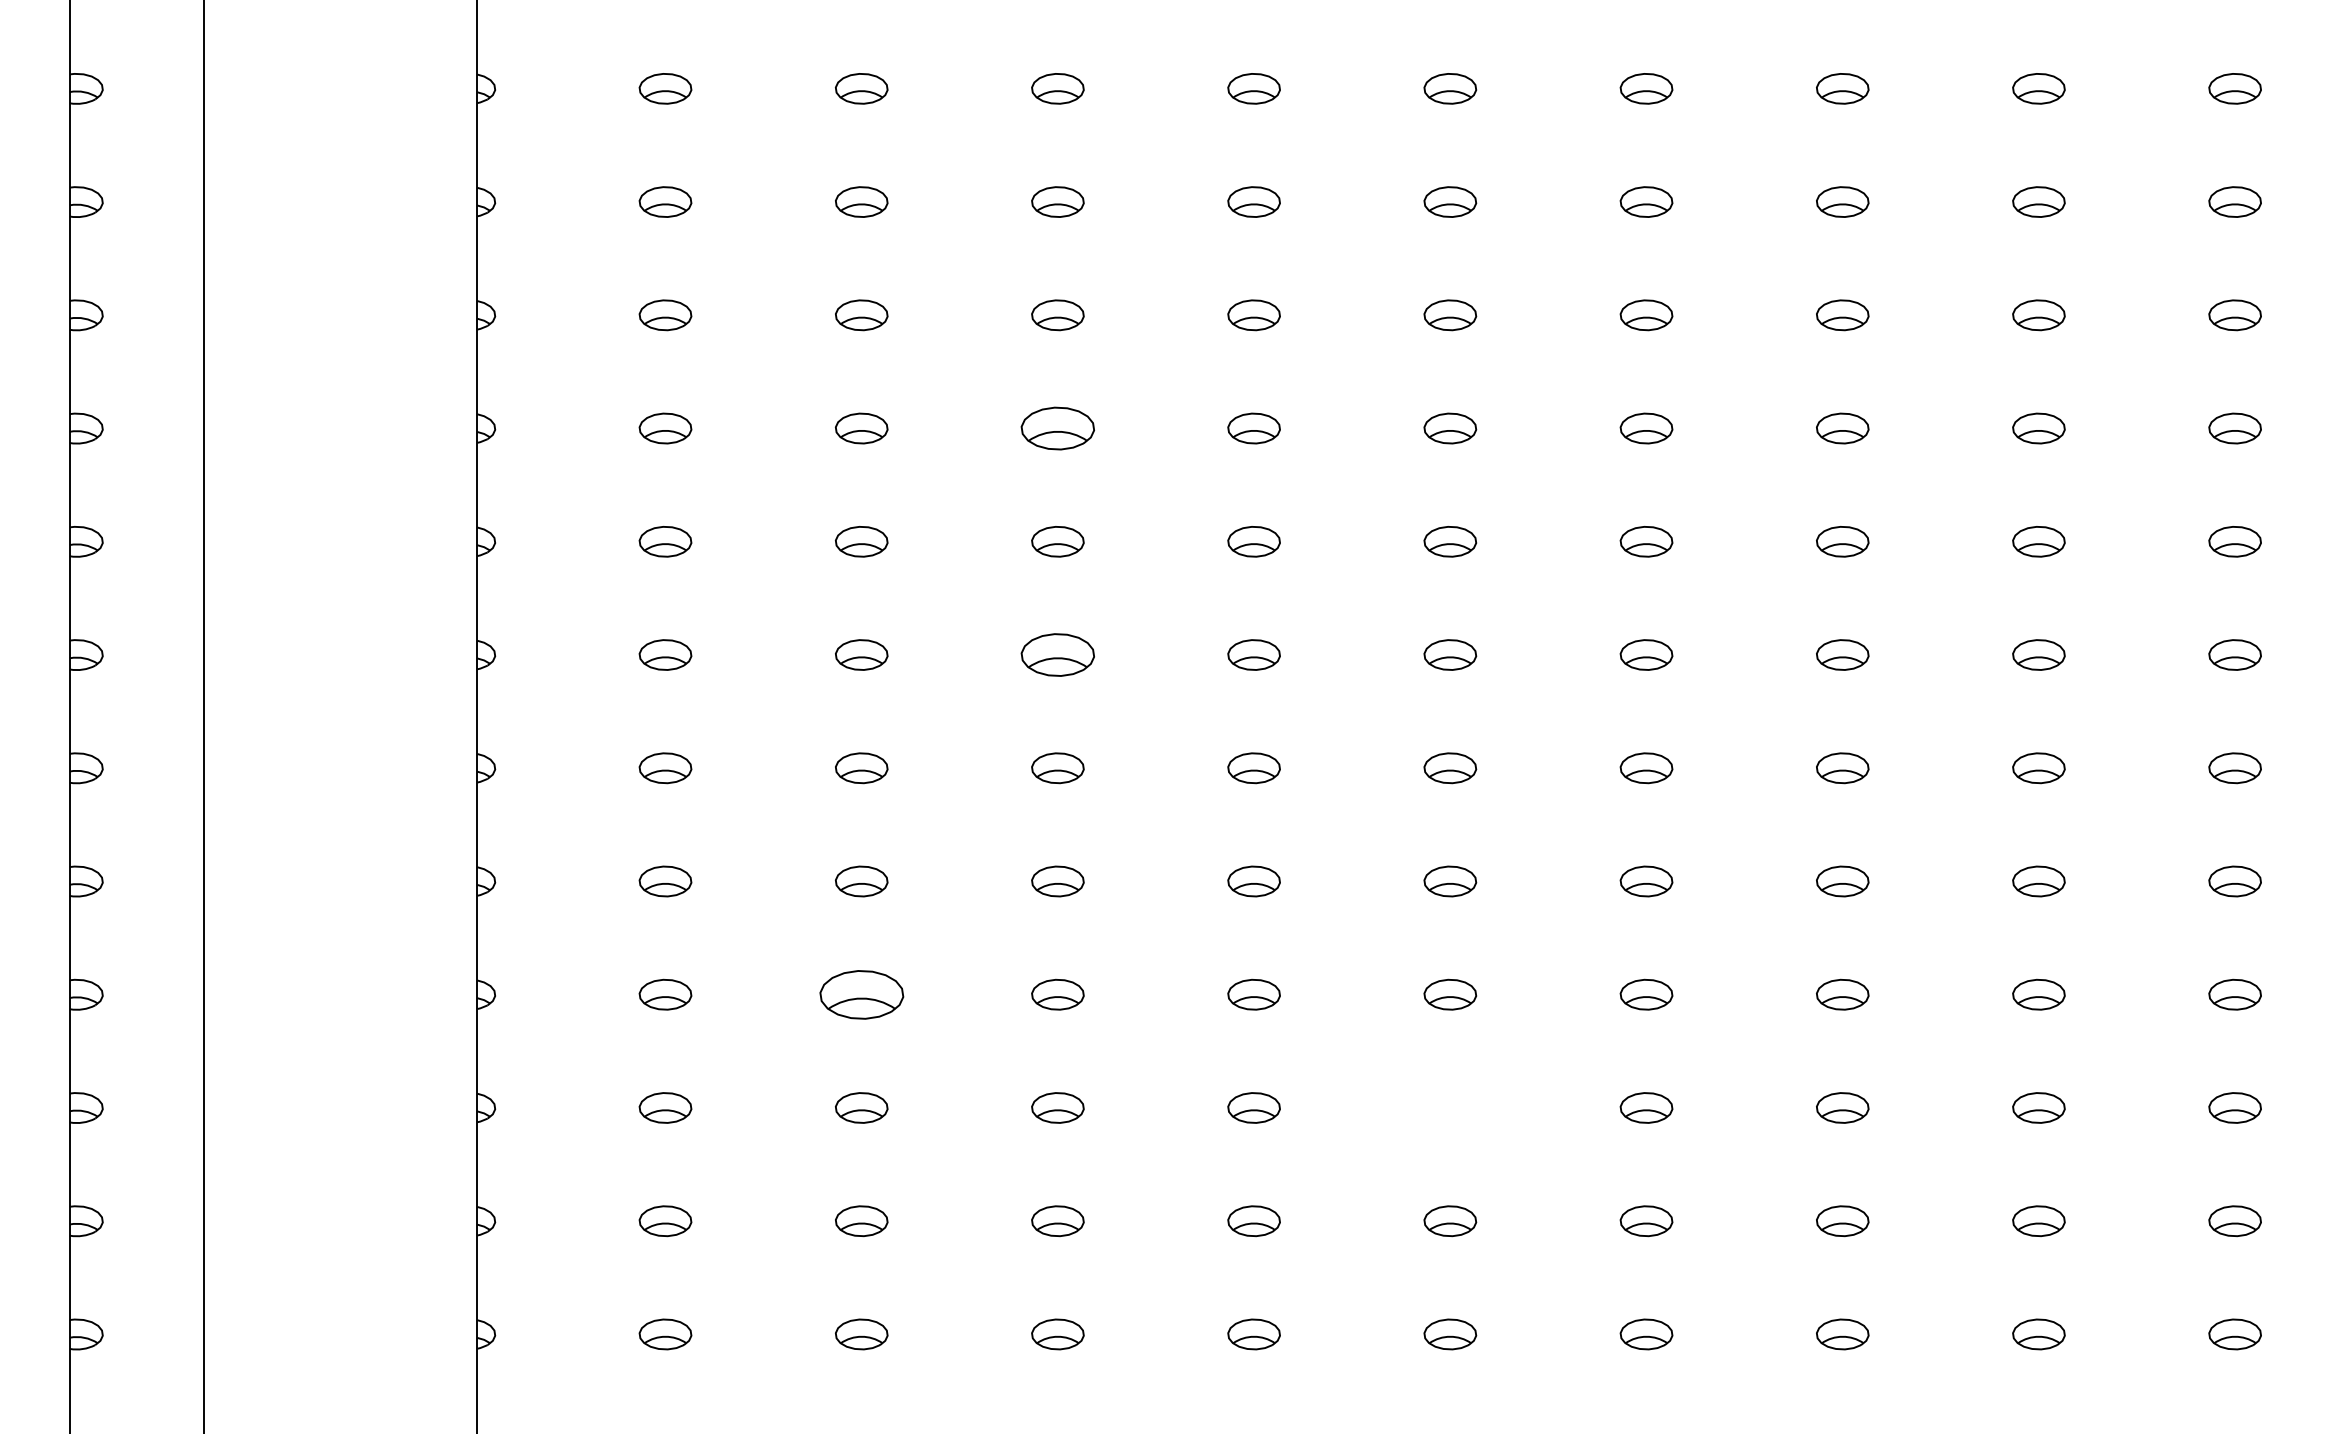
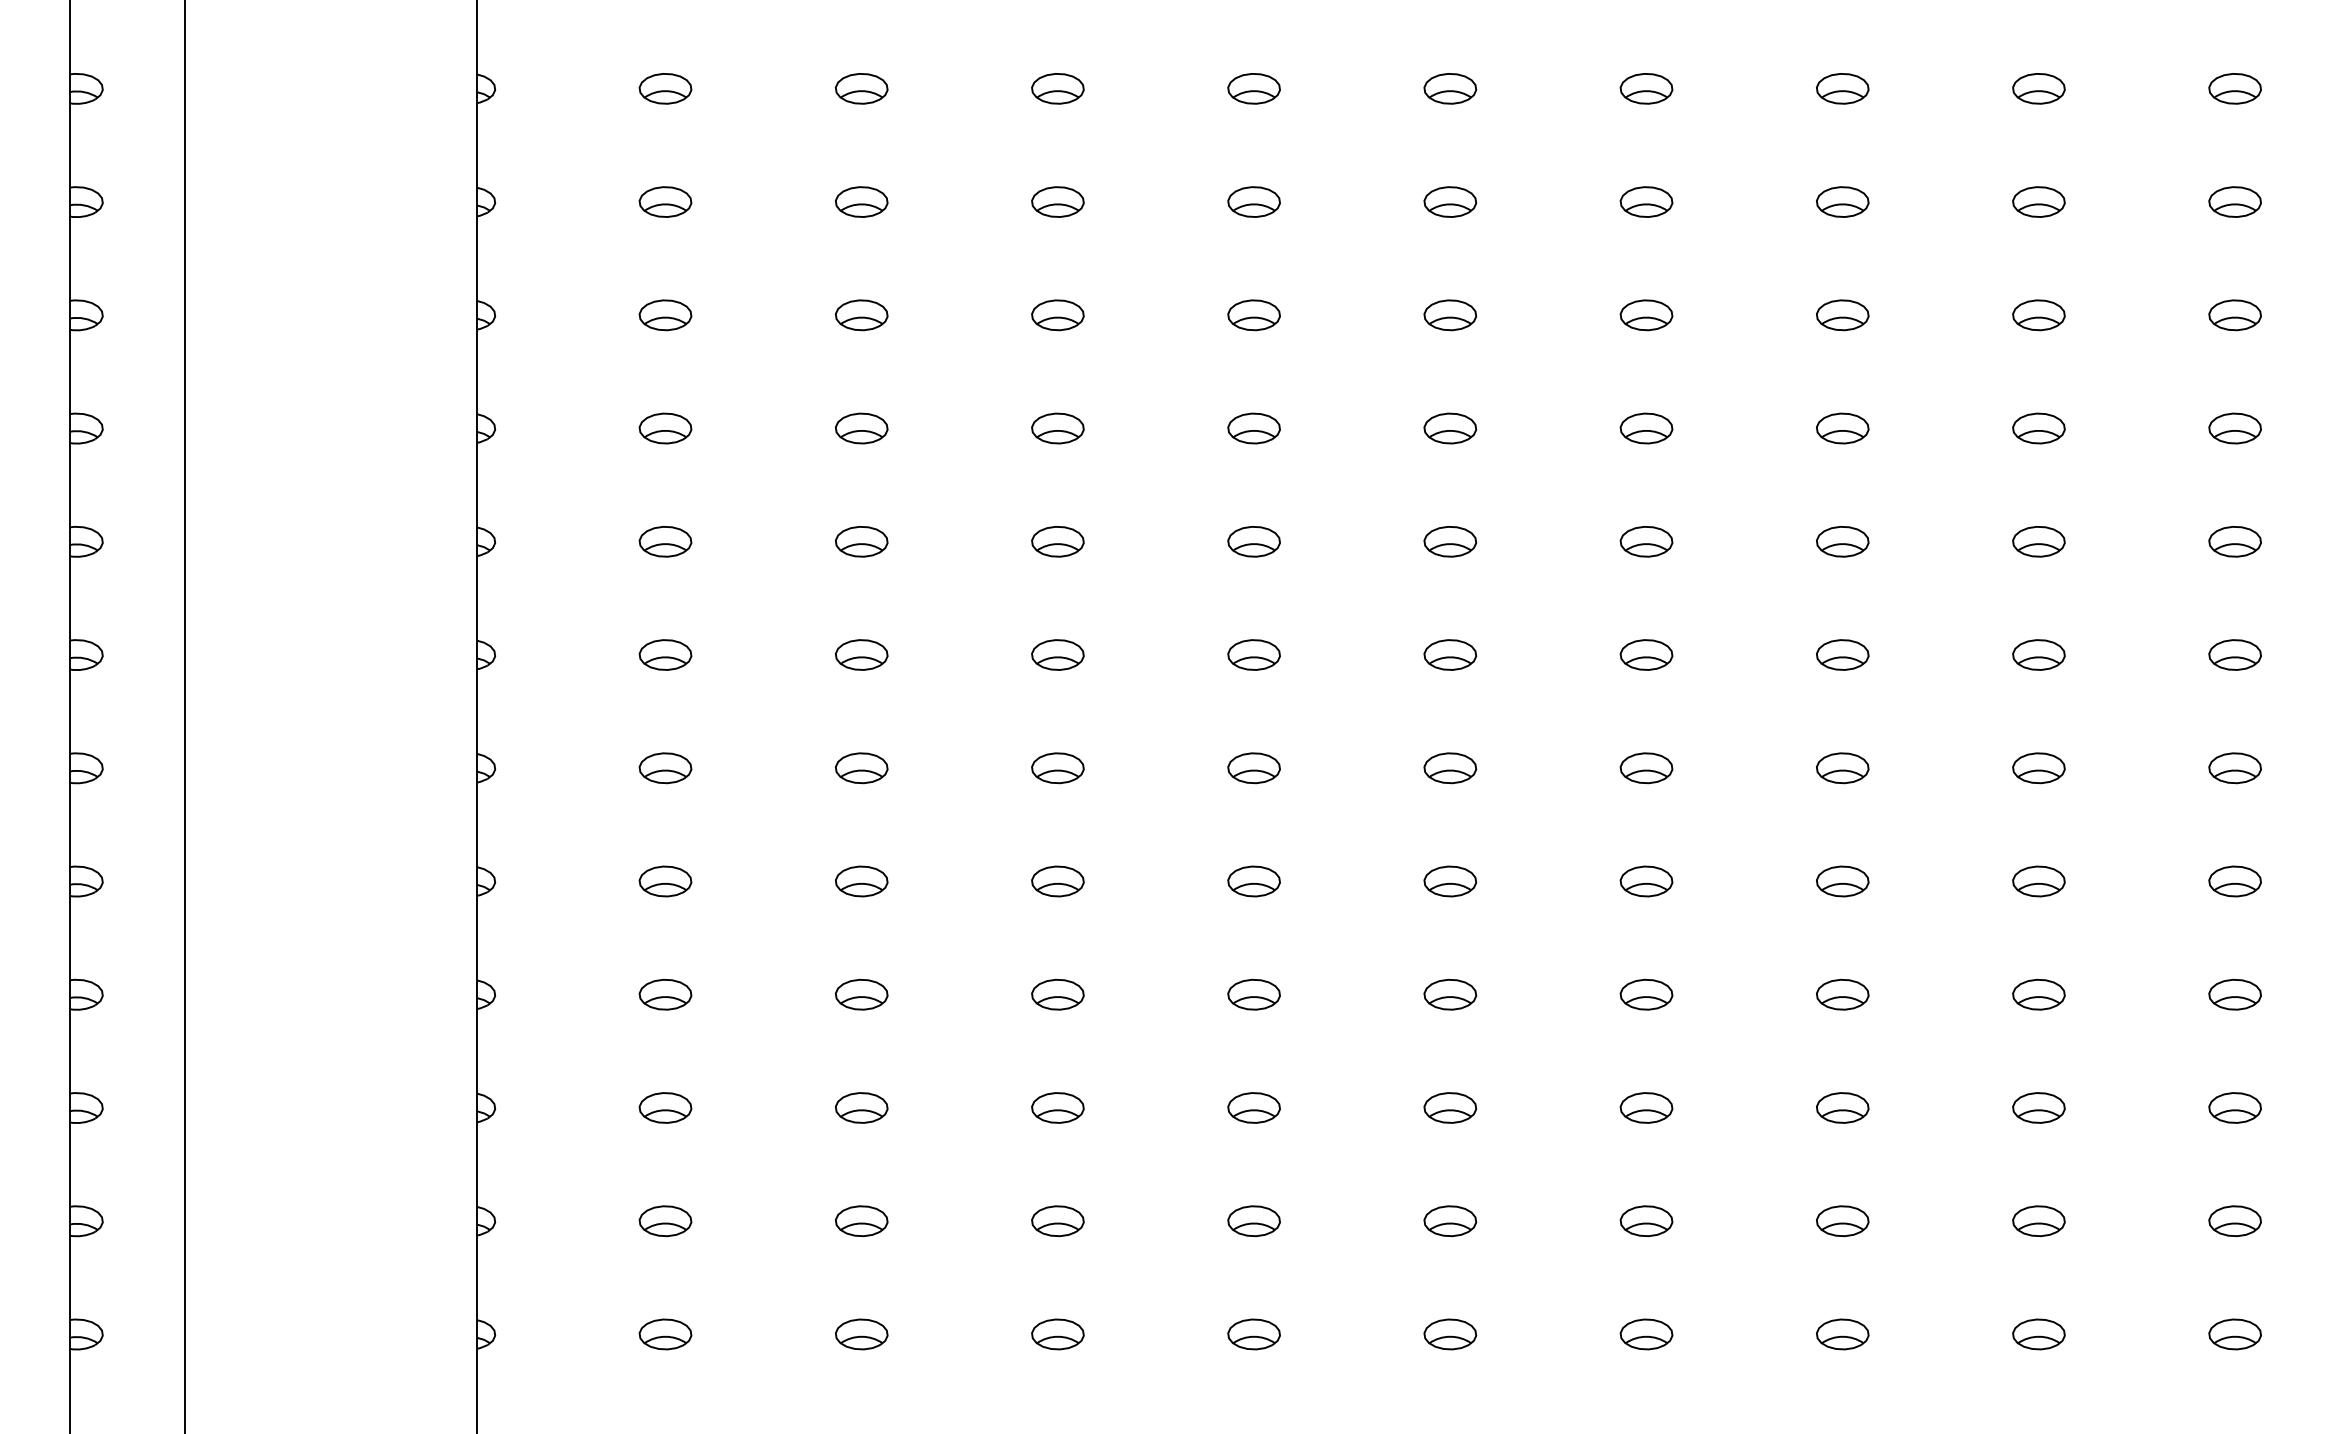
part at (1057, 428) size: 75x45 px -> 54x33 px
part at (1057, 654) size: 75x44 px -> 54x32 px
line at (204, 716) position: (204, 716) -> (185, 716)
part at (861, 994) size: 86x50 px -> 55x33 px
part at (1450, 1107): none -> present
